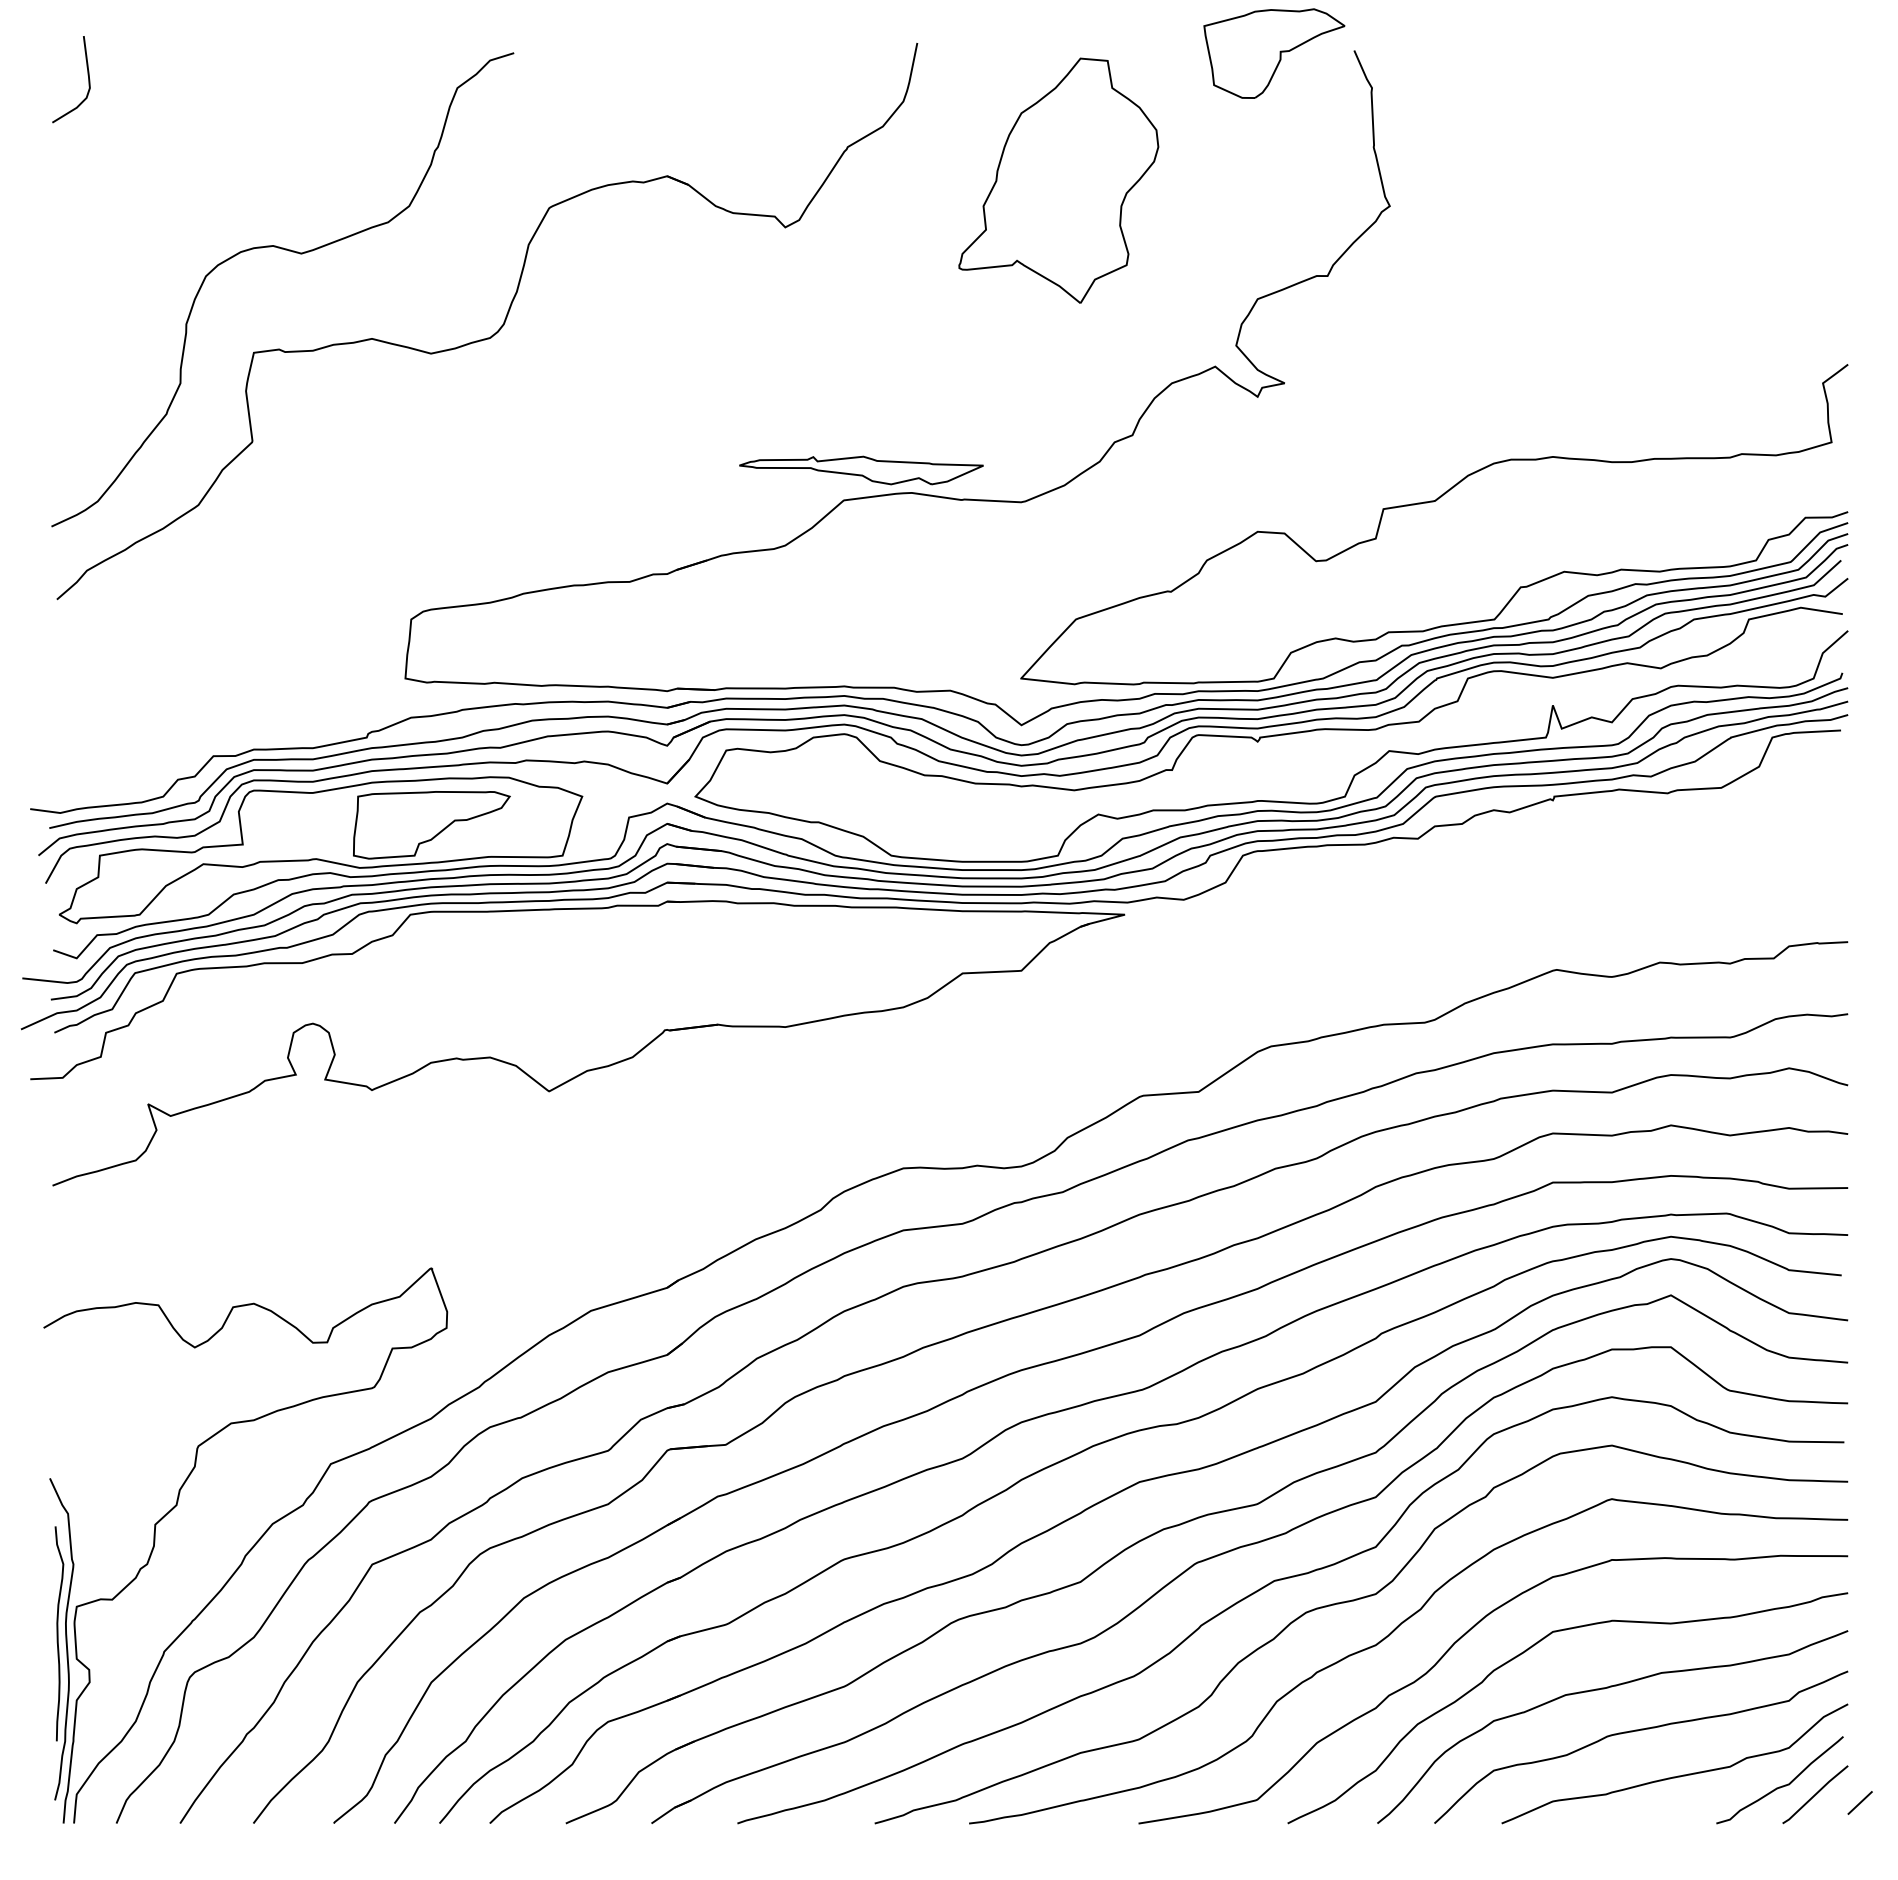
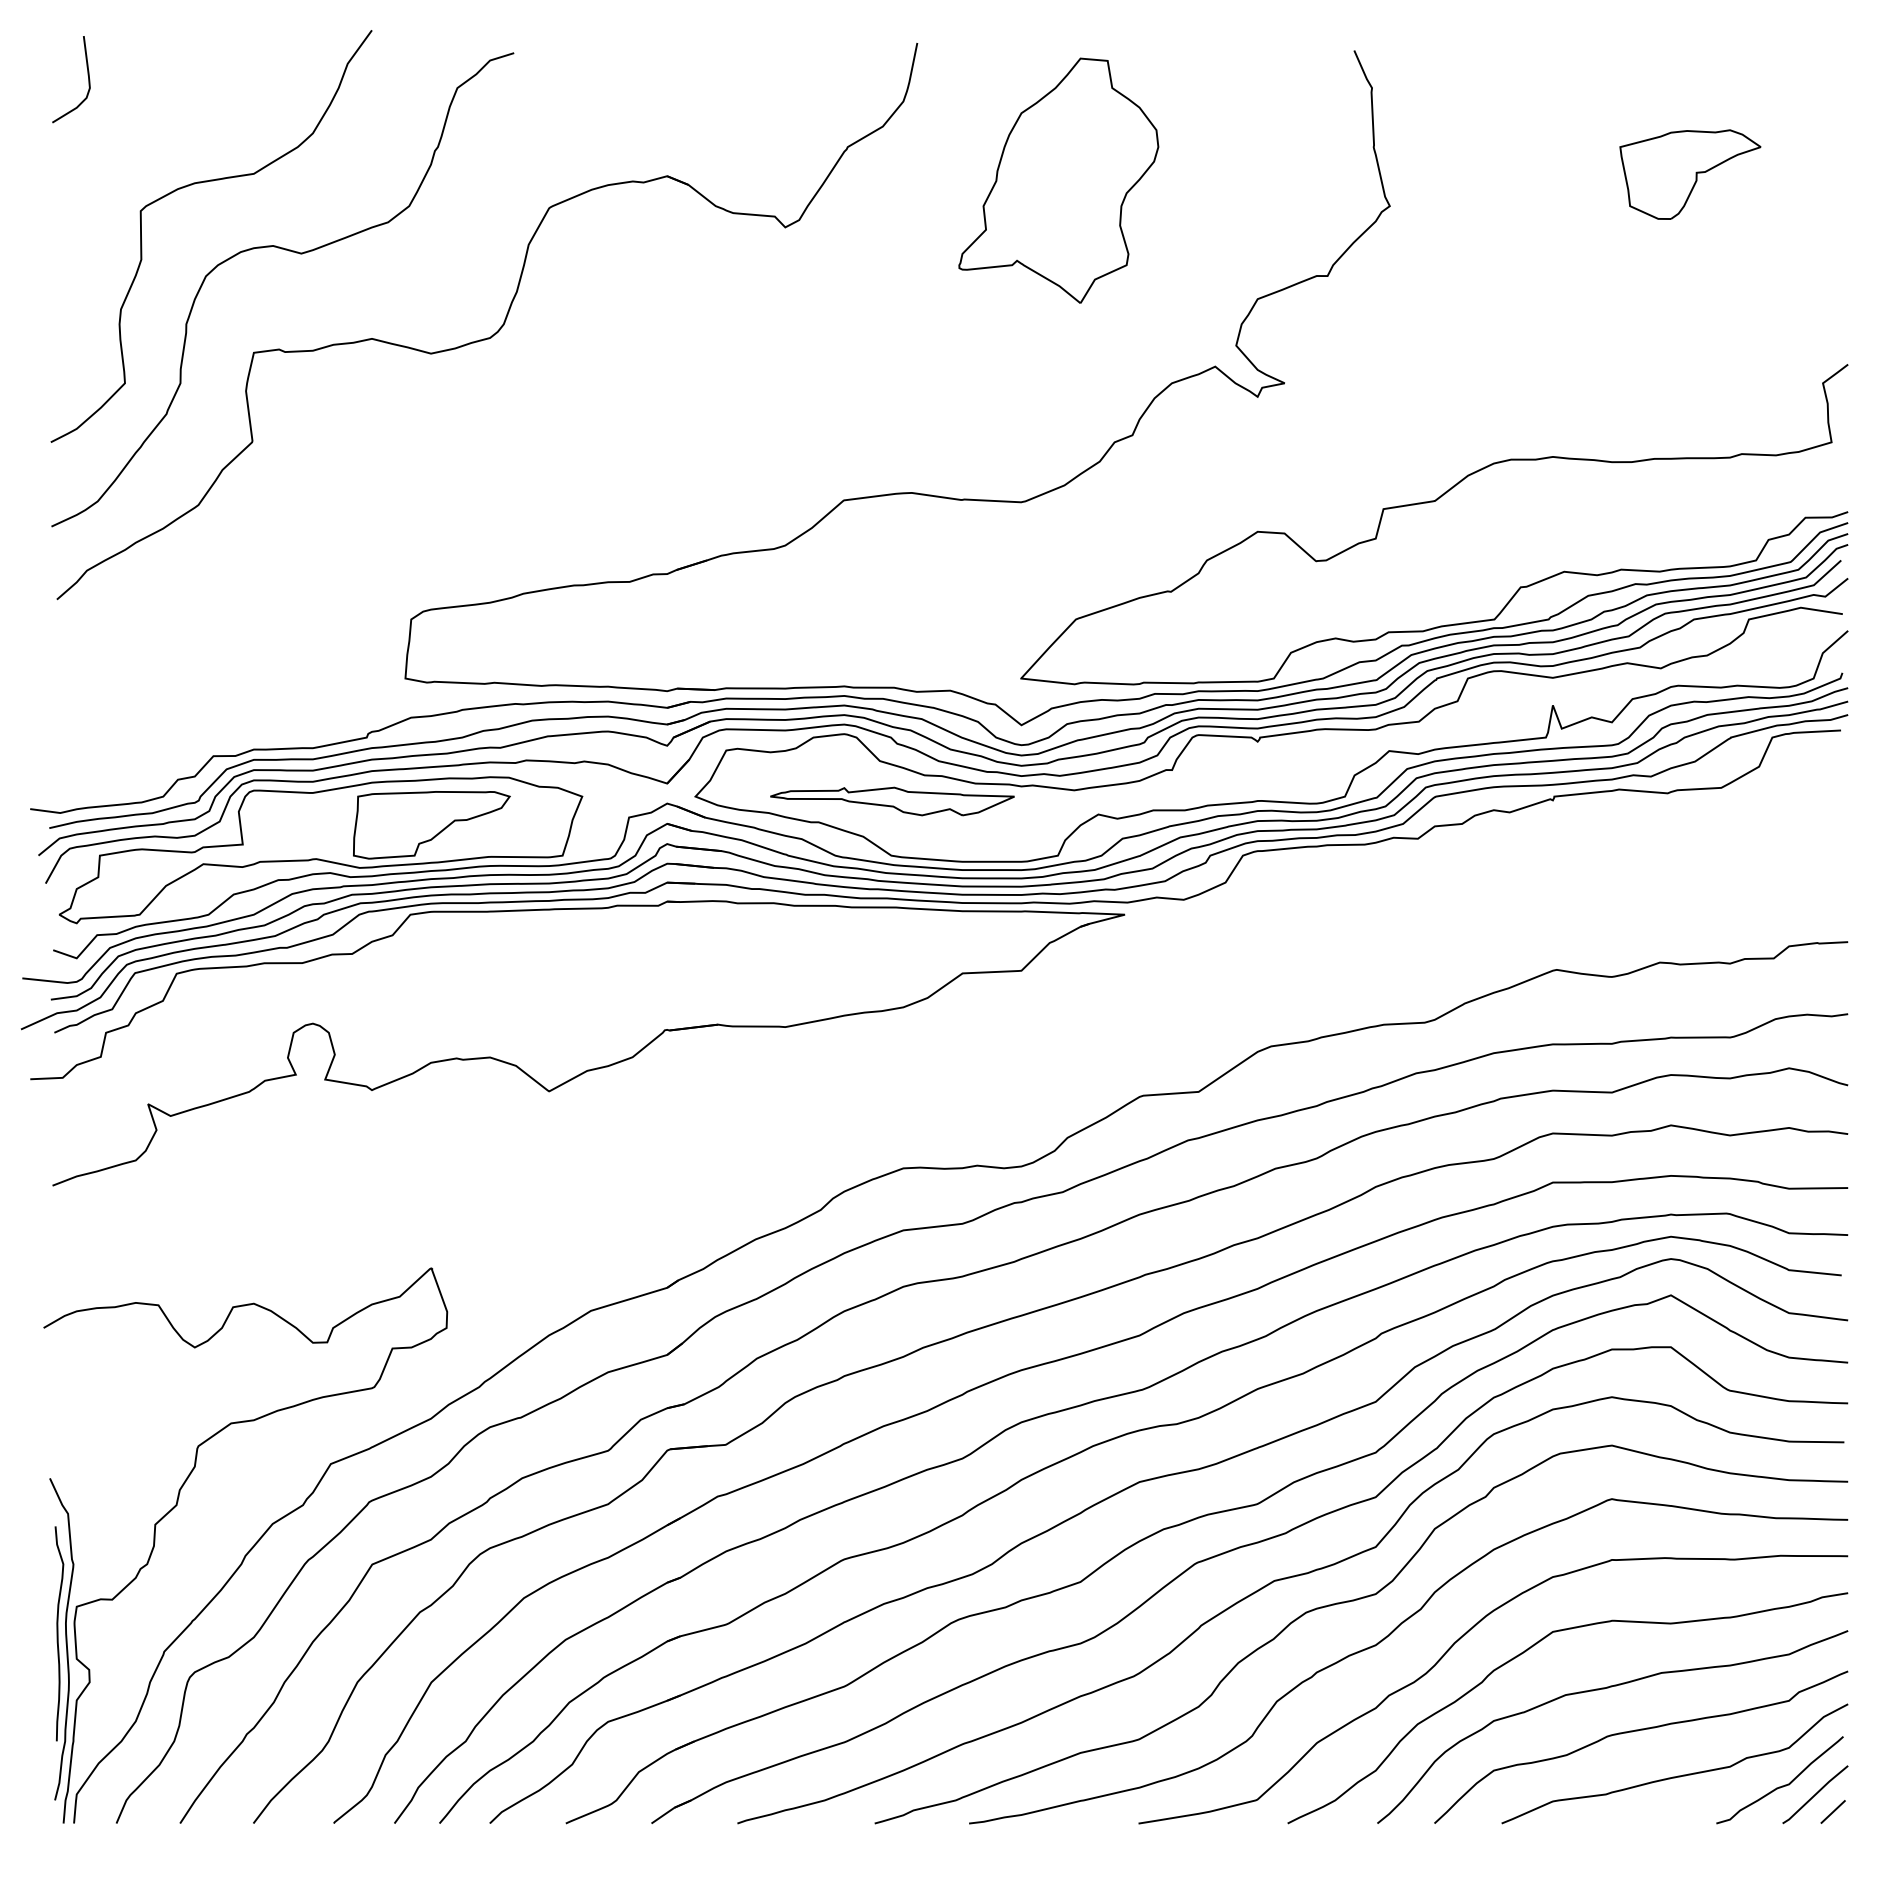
part at (1274, 53) position: (1274, 53) -> (1690, 174)
curve at (201, 183): none -> present
part at (861, 470) position: (861, 470) -> (892, 801)
line at (1859, 1802) position: (1859, 1802) -> (1832, 1811)
